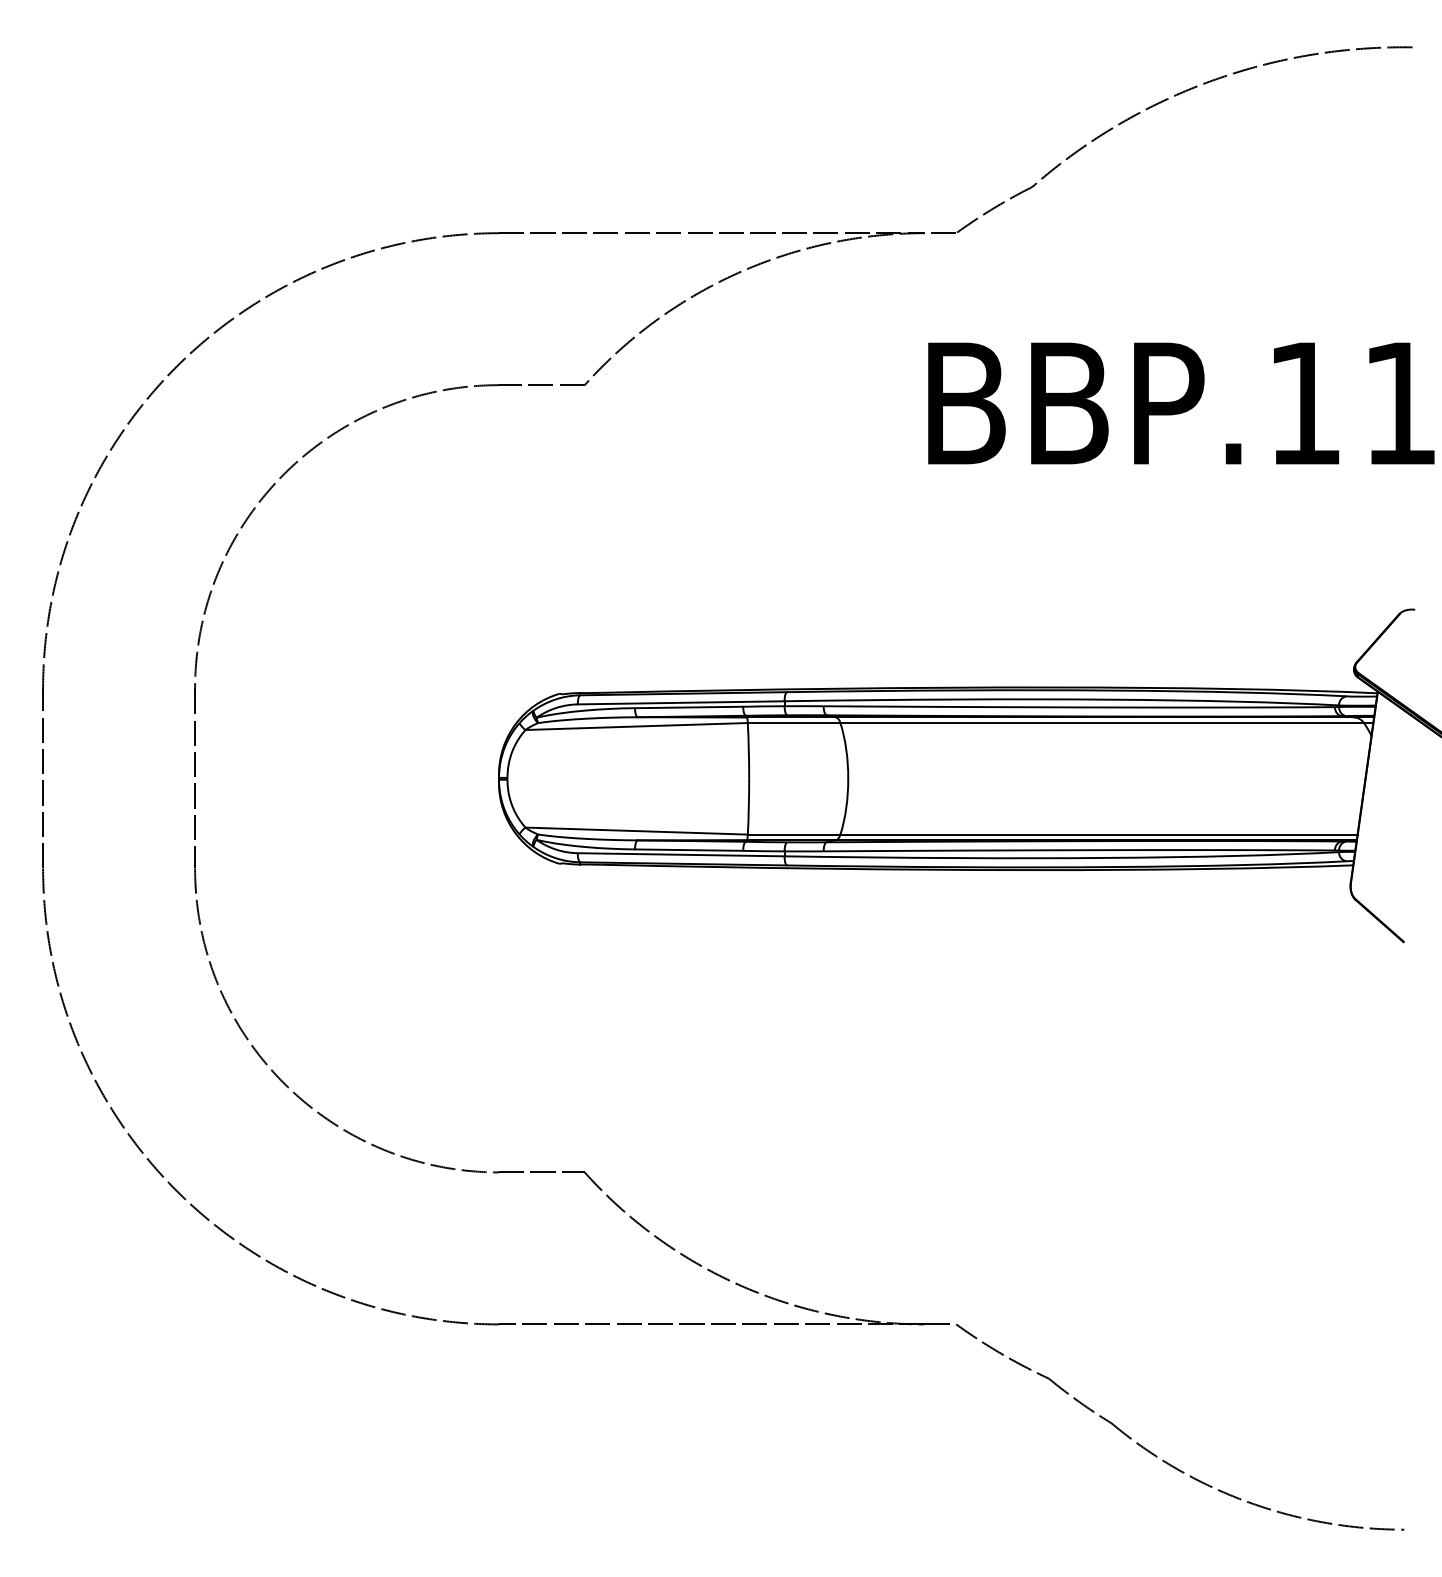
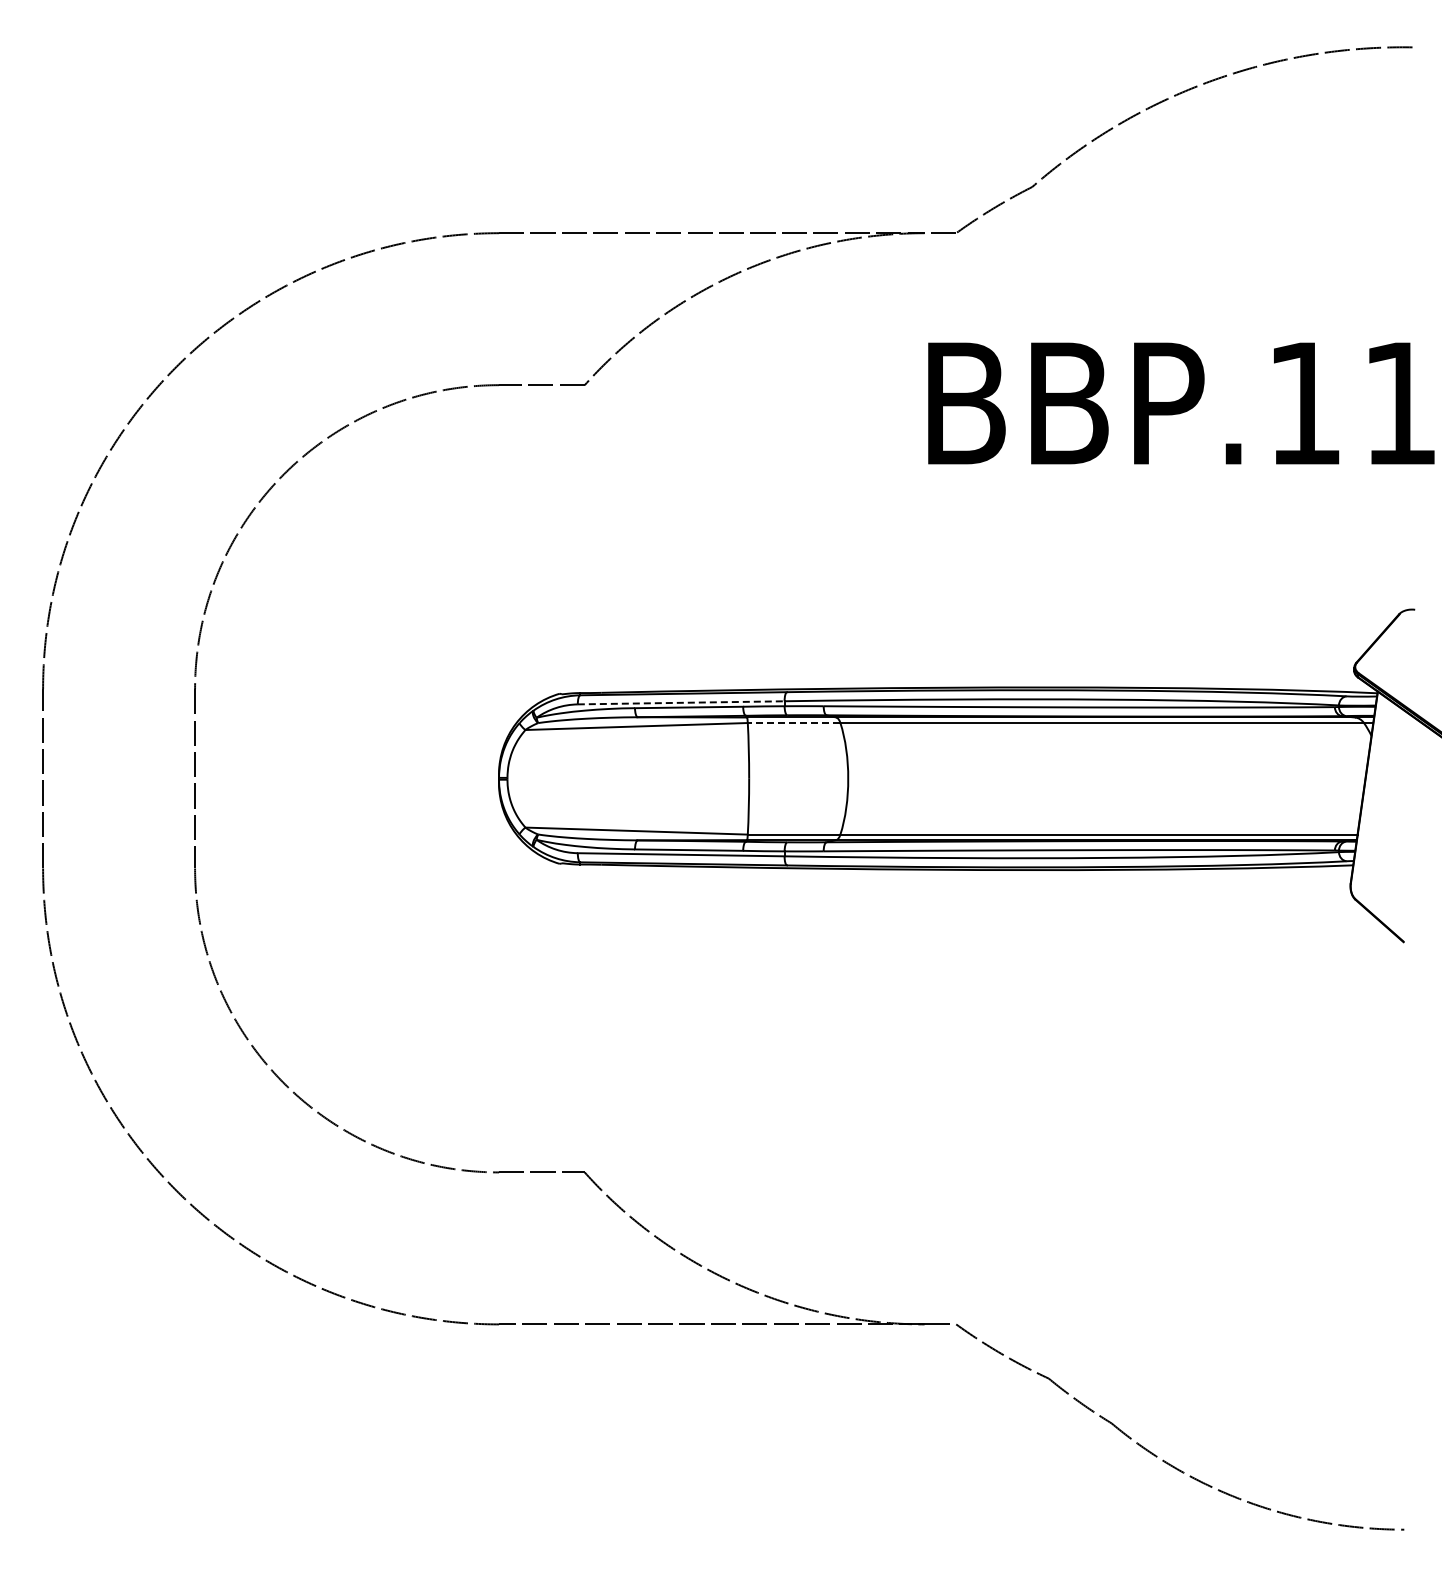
line at (681, 702): solid -> dashed
line at (793, 723): solid -> dashed
